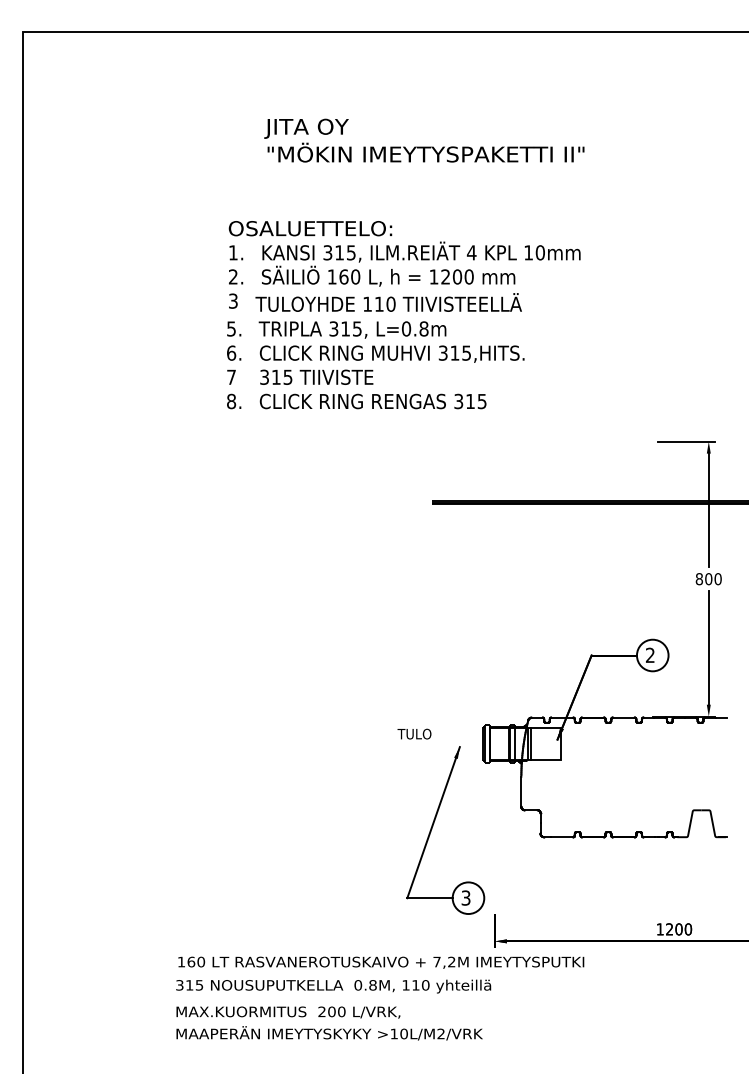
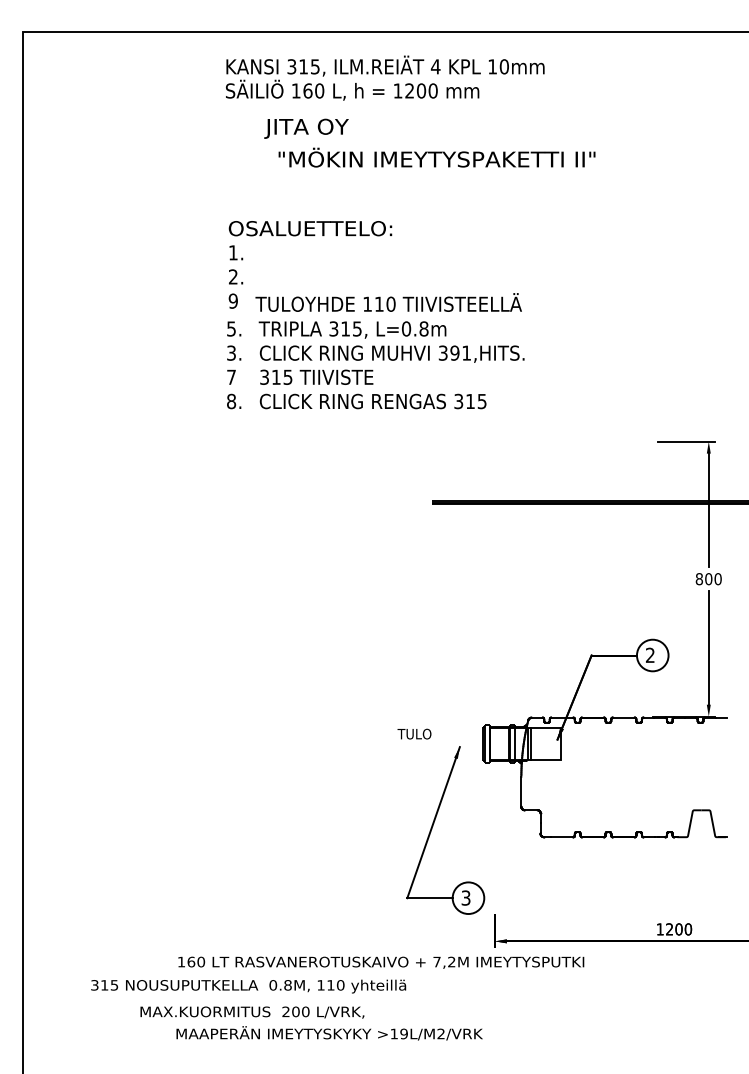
text at (425, 152) position: (425, 152) -> (436, 157)
text at (421, 263) position: (421, 263) -> (385, 77)
text at (232, 300): 3 -> 9
text at (231, 352): 6. -> 3.
text at (460, 352): 315,HITS. -> 391,HITS.
text at (333, 986) position: (333, 986) -> (248, 986)
text at (288, 1012) position: (288, 1012) -> (252, 1012)
text at (403, 1034): >10L/M2/VRK -> >19L/M2/VRK
